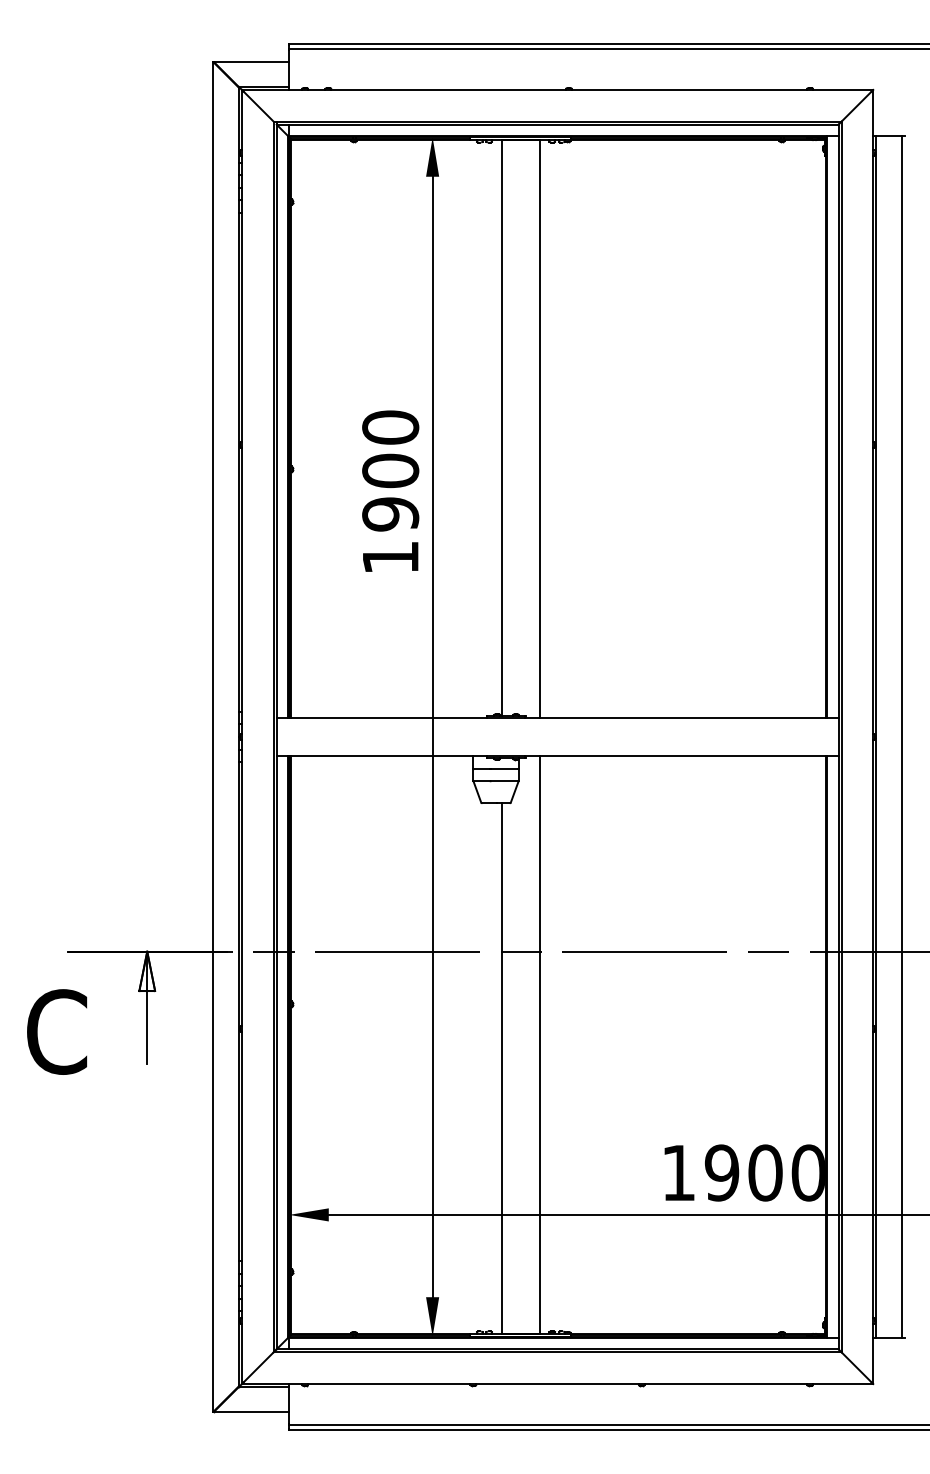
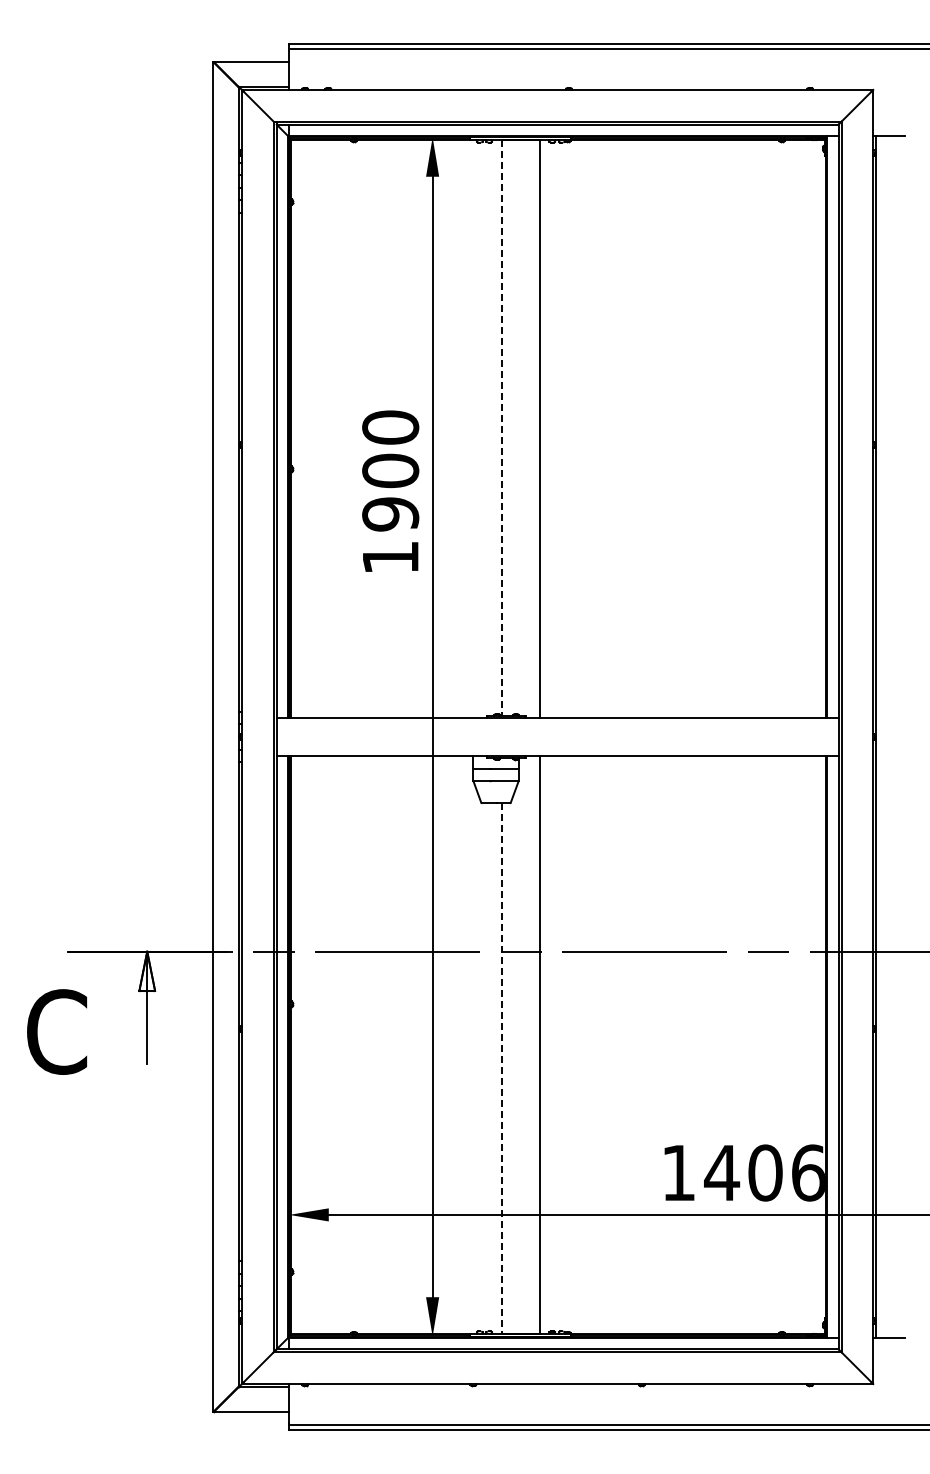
line at (501, 428): solid -> dashed
line at (901, 736): present -> none
line at (501, 1068): solid -> dashed
text at (764, 1172): 1900 -> 1406
